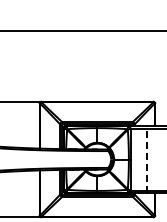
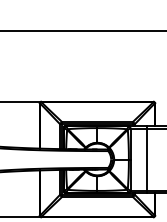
line at (147, 159): dashed -> solid
